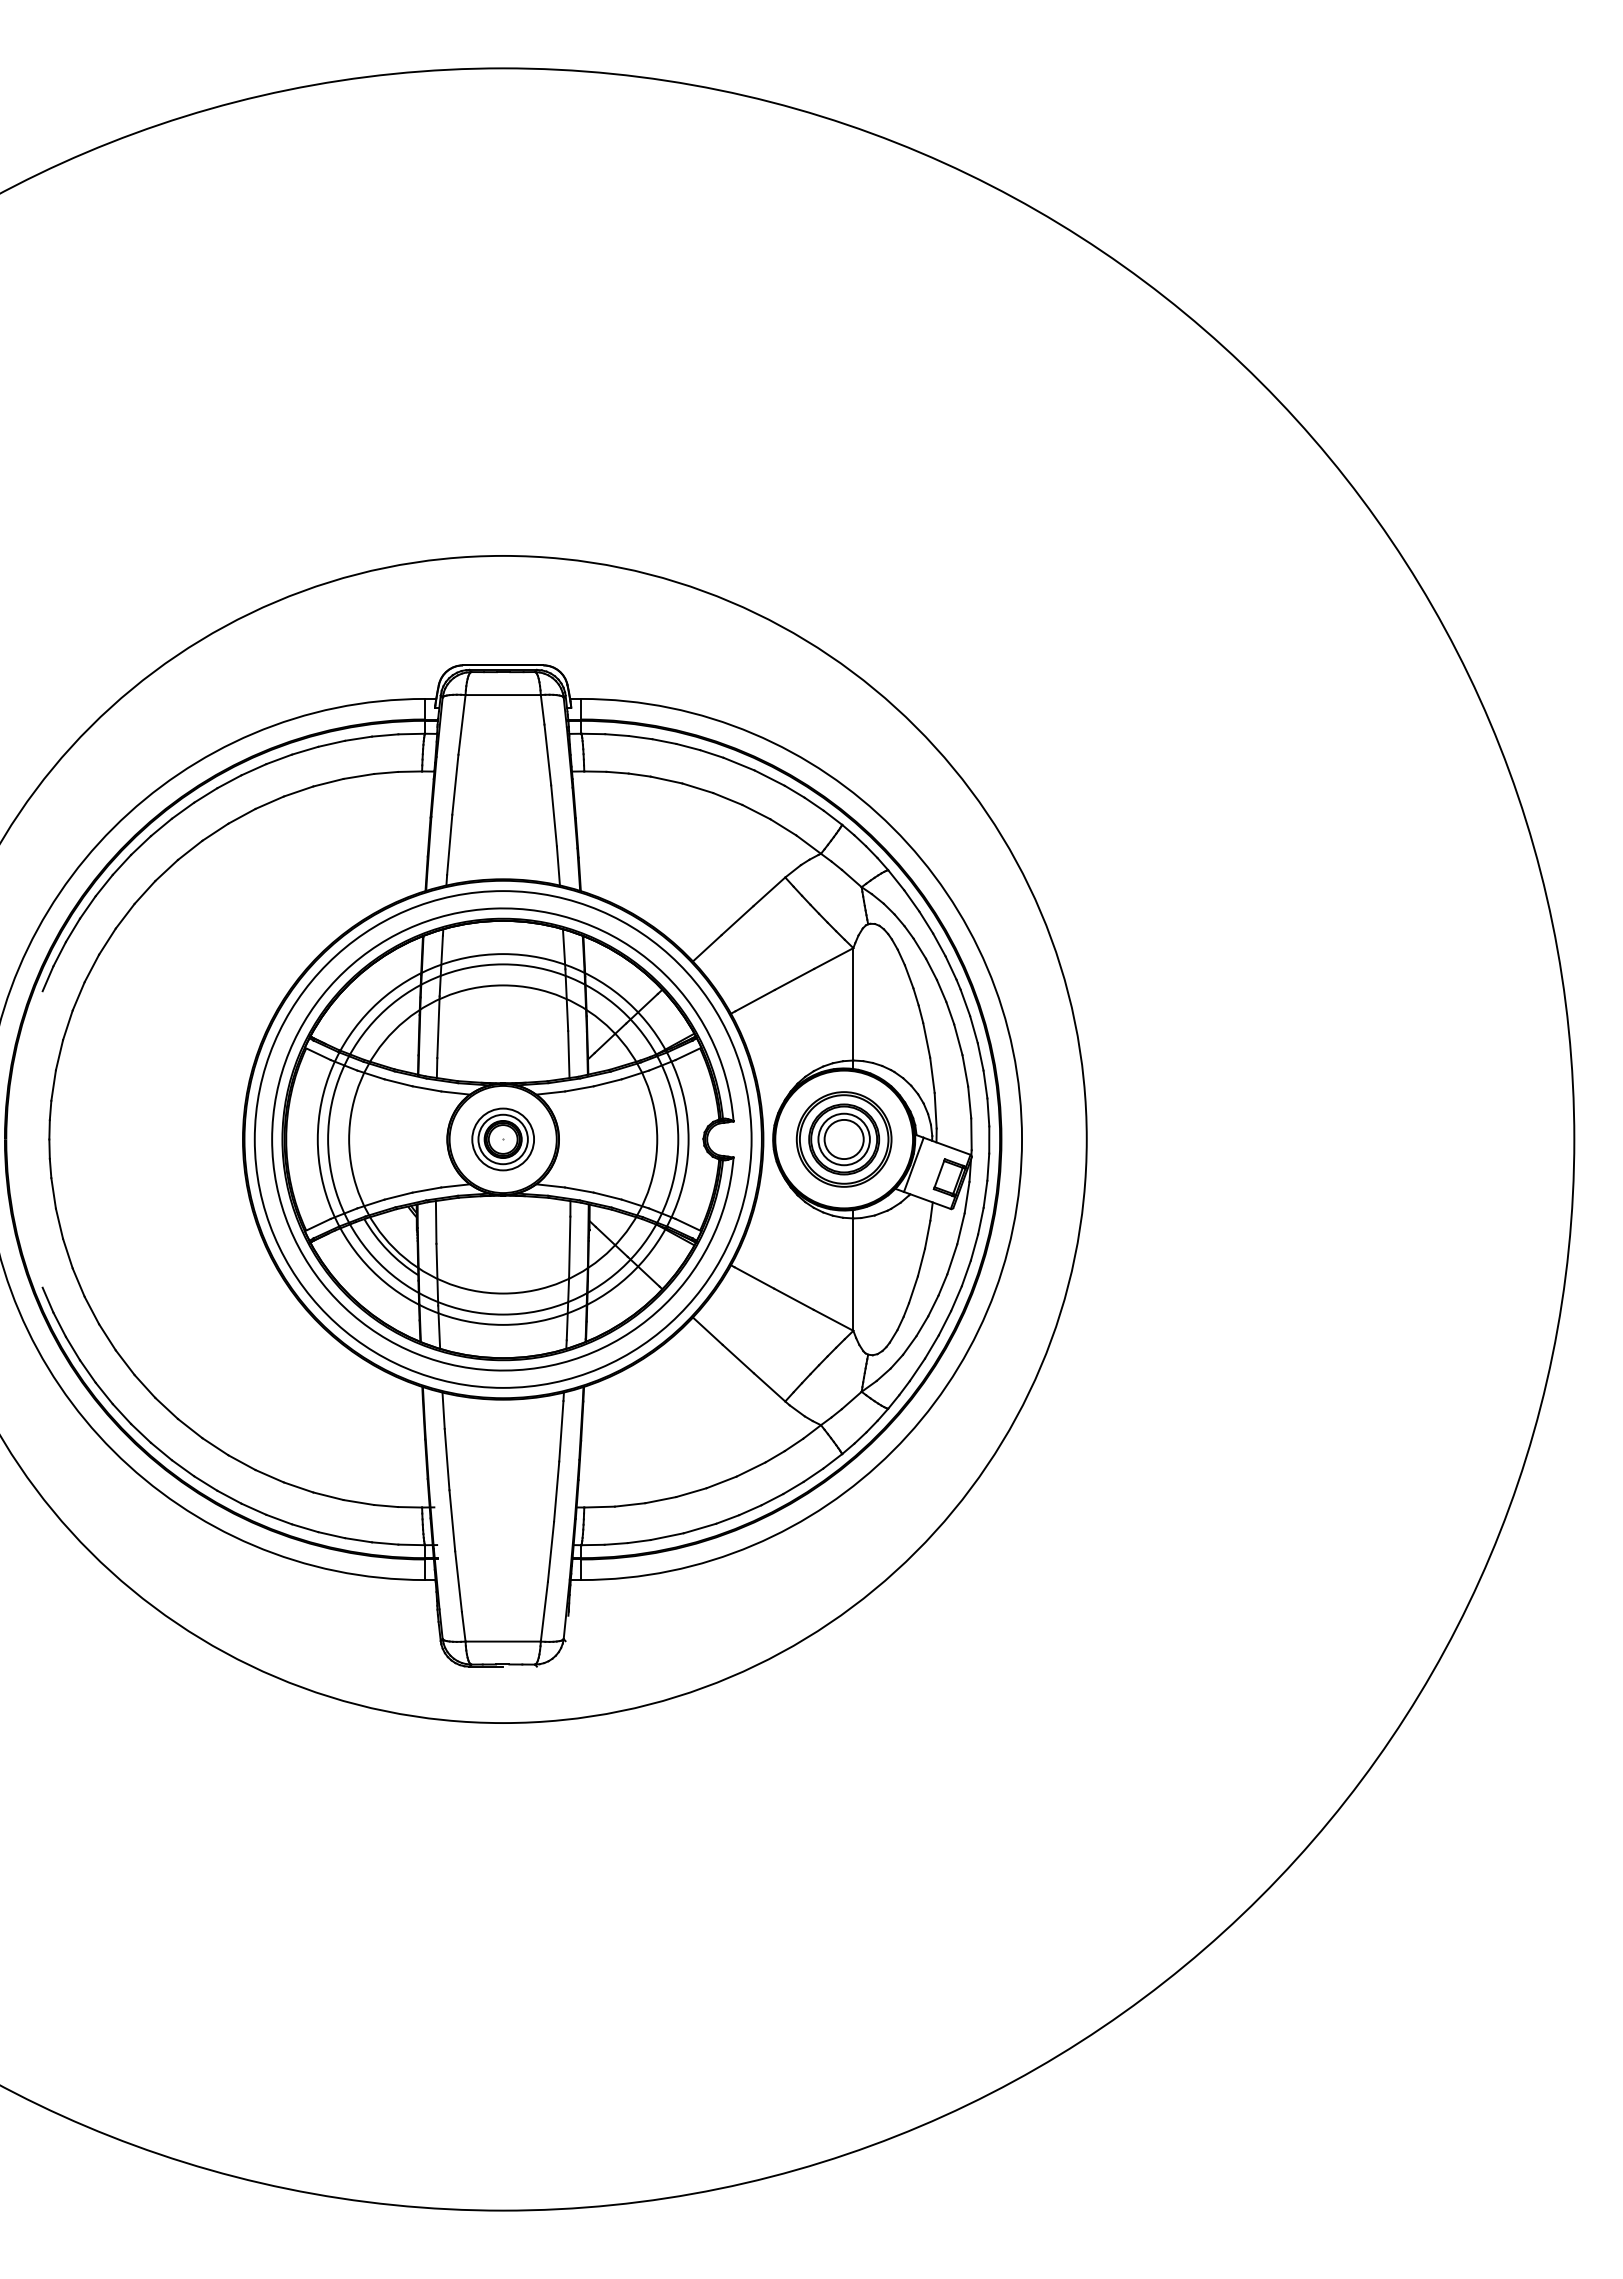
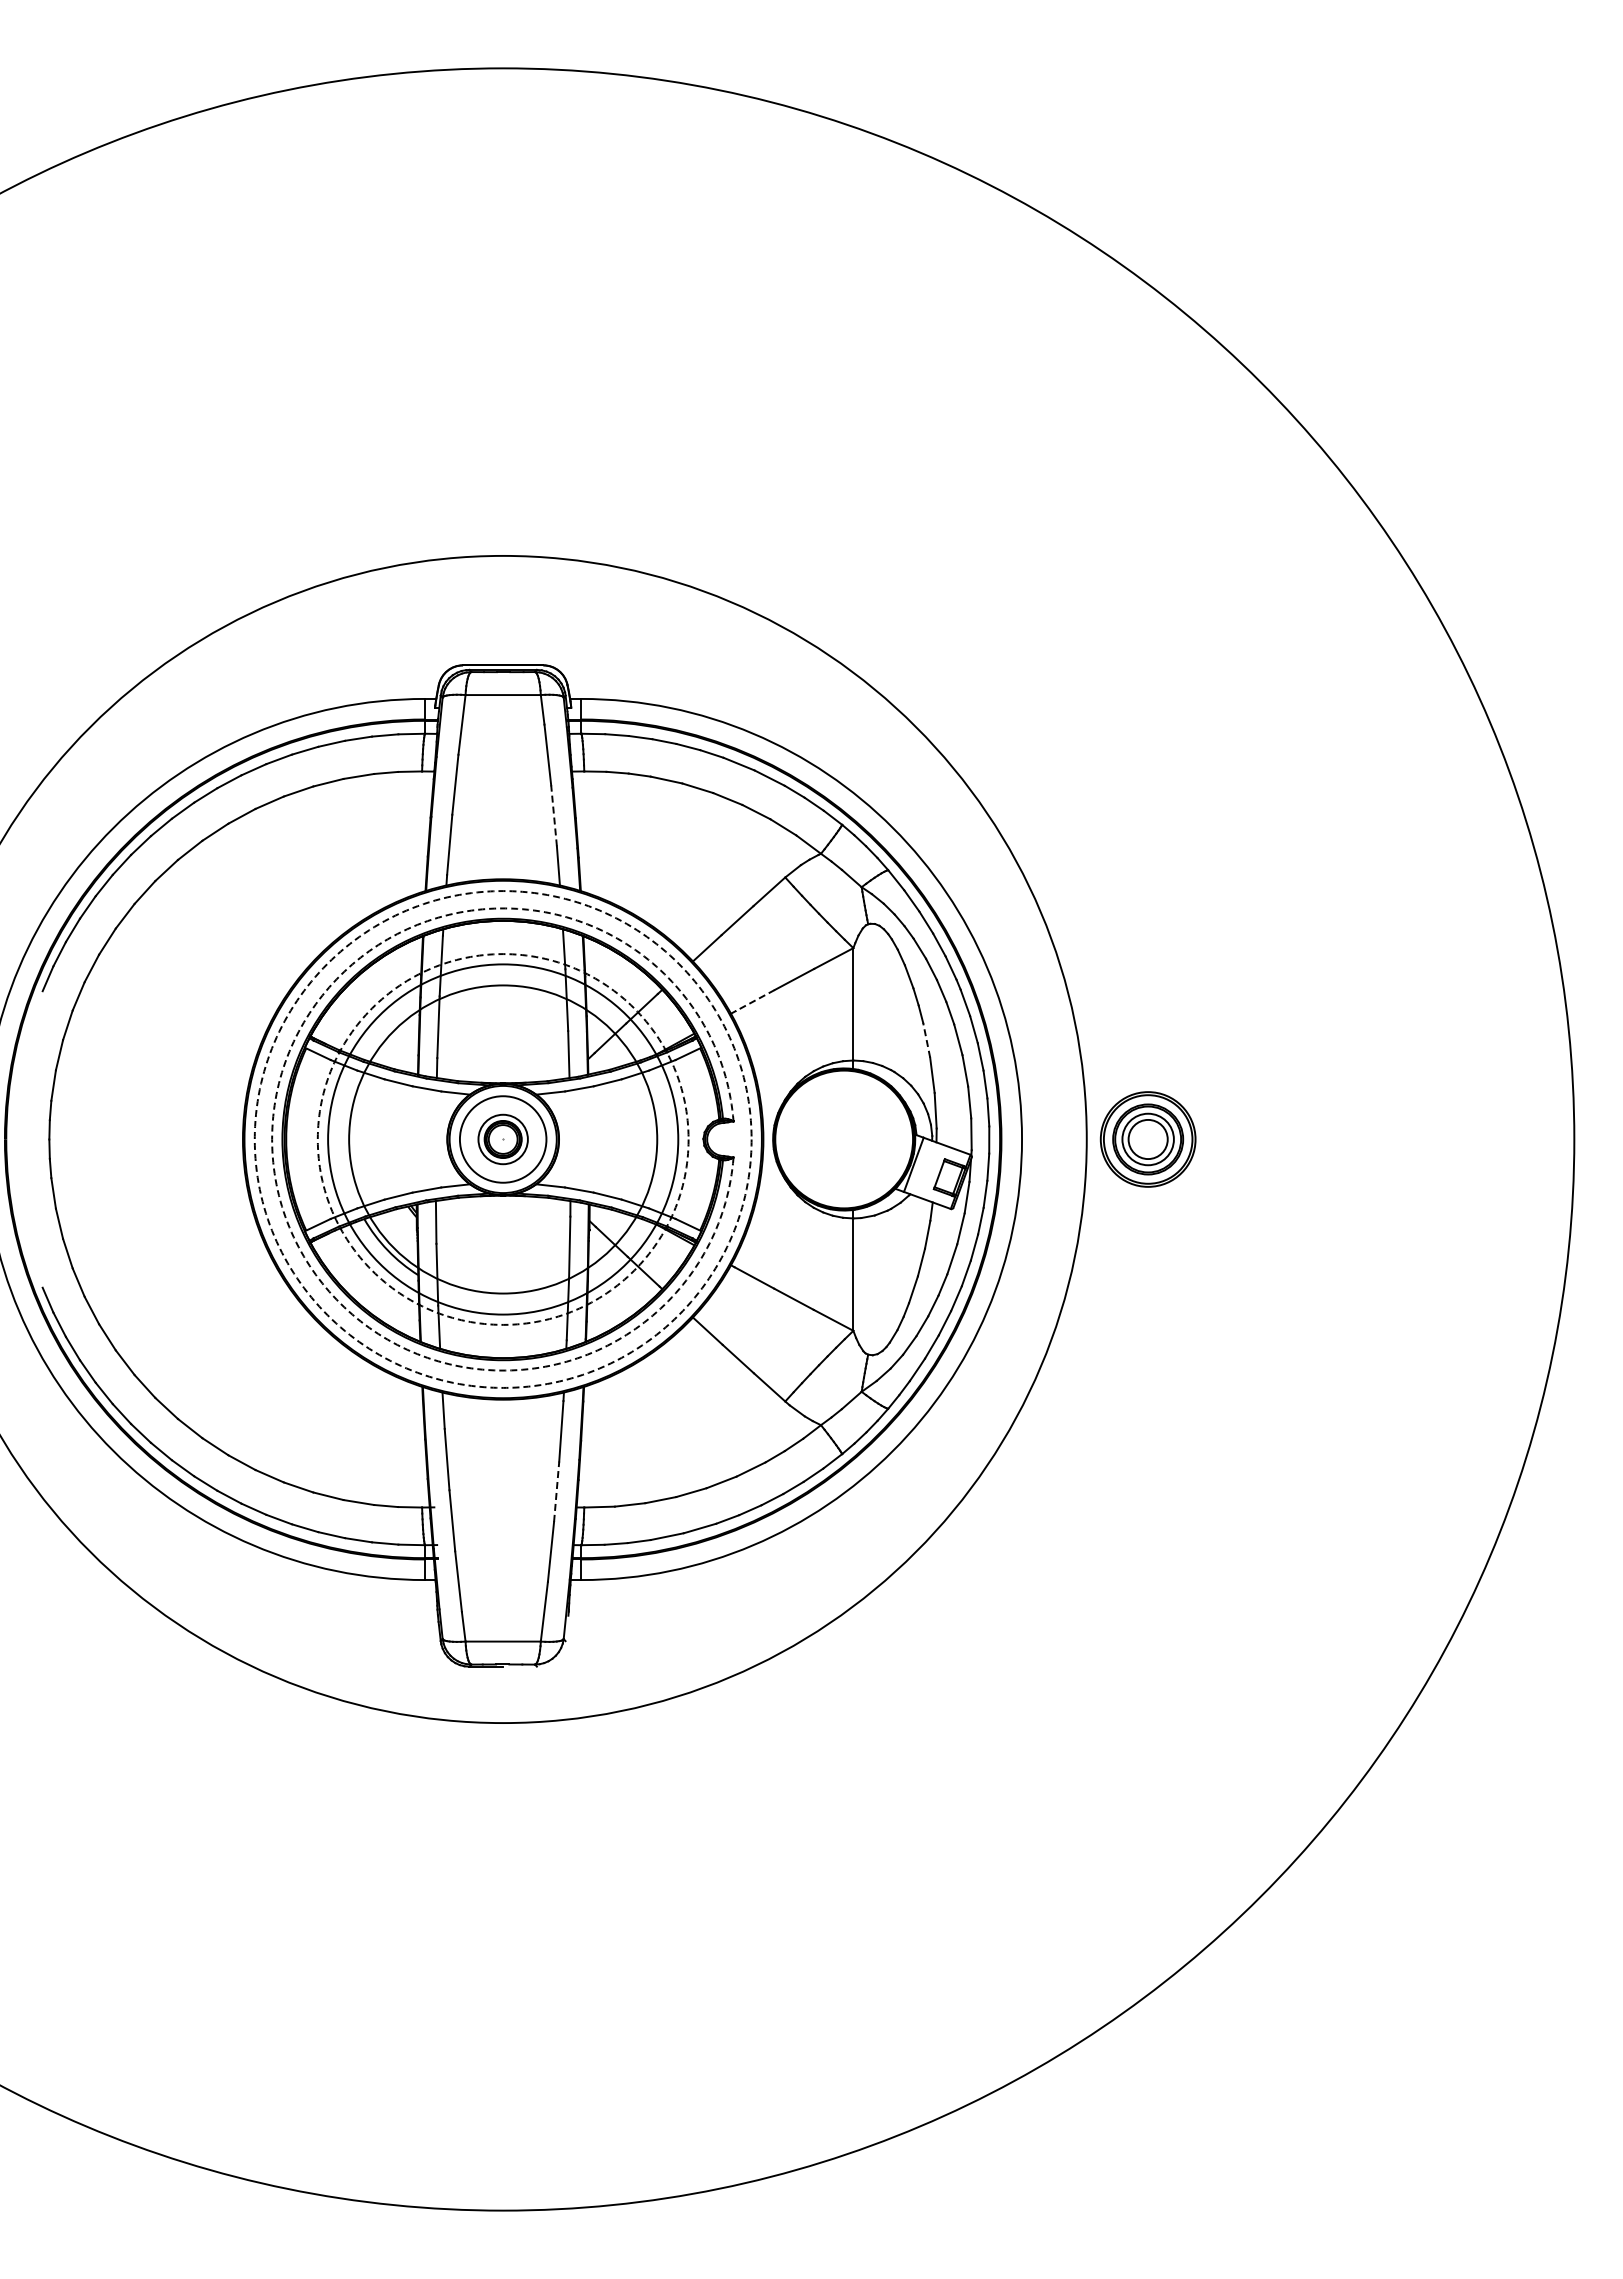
line at (554, 815): solid -> dashed
line at (754, 1000): solid -> dashed
line at (926, 1040): solid -> dashed
arc at (272, 1139): solid -> dashed
circle at (502, 1139): solid -> dashed
circle at (502, 1139): solid -> dashed
circle at (503, 1139) diameter: 62 px -> 87 px
part at (843, 1139) position: (843, 1139) -> (1147, 1139)
line at (556, 1491): solid -> dashed
